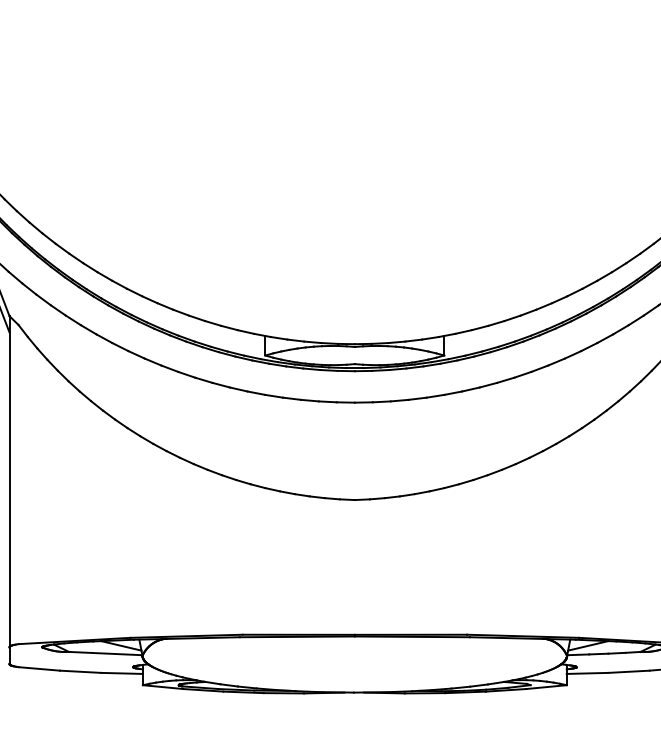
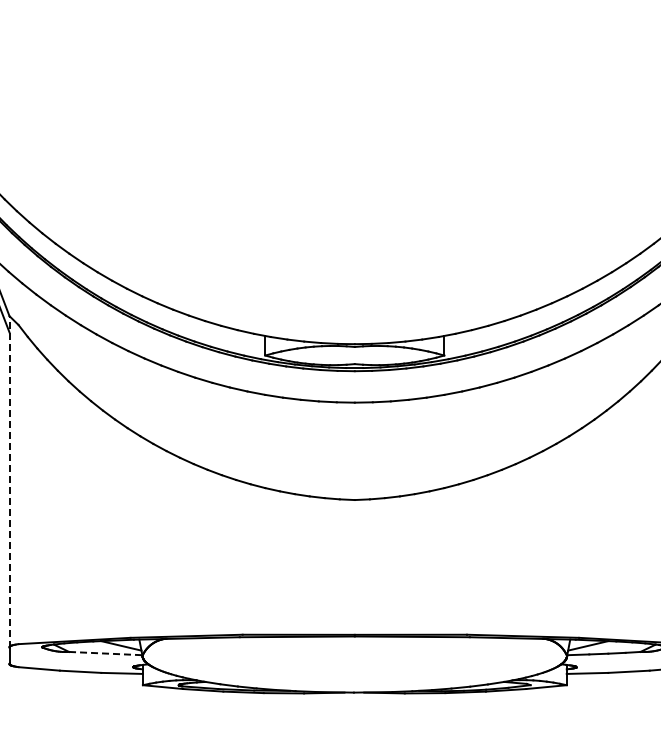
line at (9, 481): solid -> dashed
line at (105, 653): solid -> dashed
